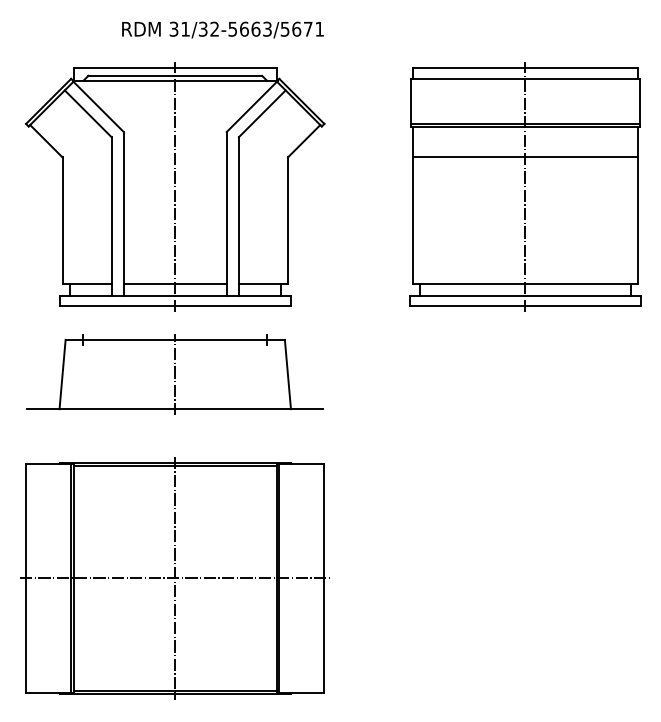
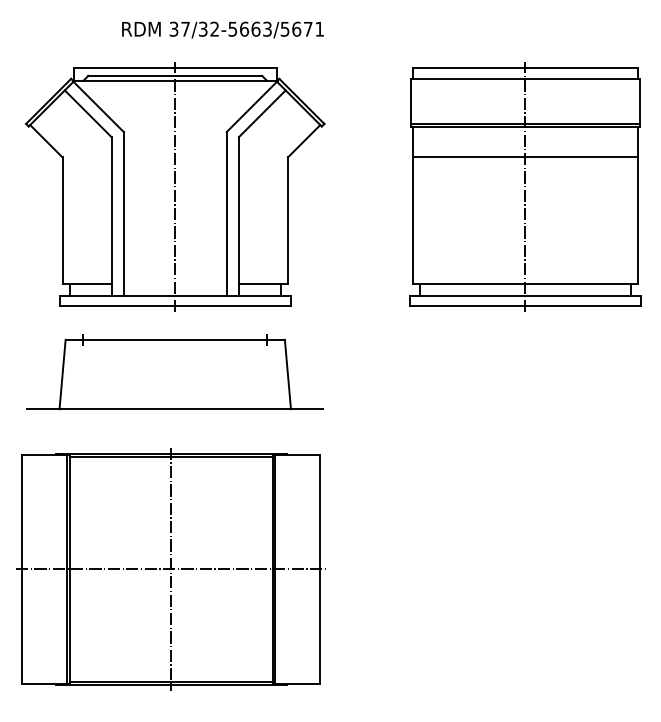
text at (185, 29): 31/32-5663/5671 -> 37/32-5663/5671
line at (174, 283): present -> none
line at (175, 374): present -> none
part at (174, 578) position: (174, 578) -> (170, 569)
